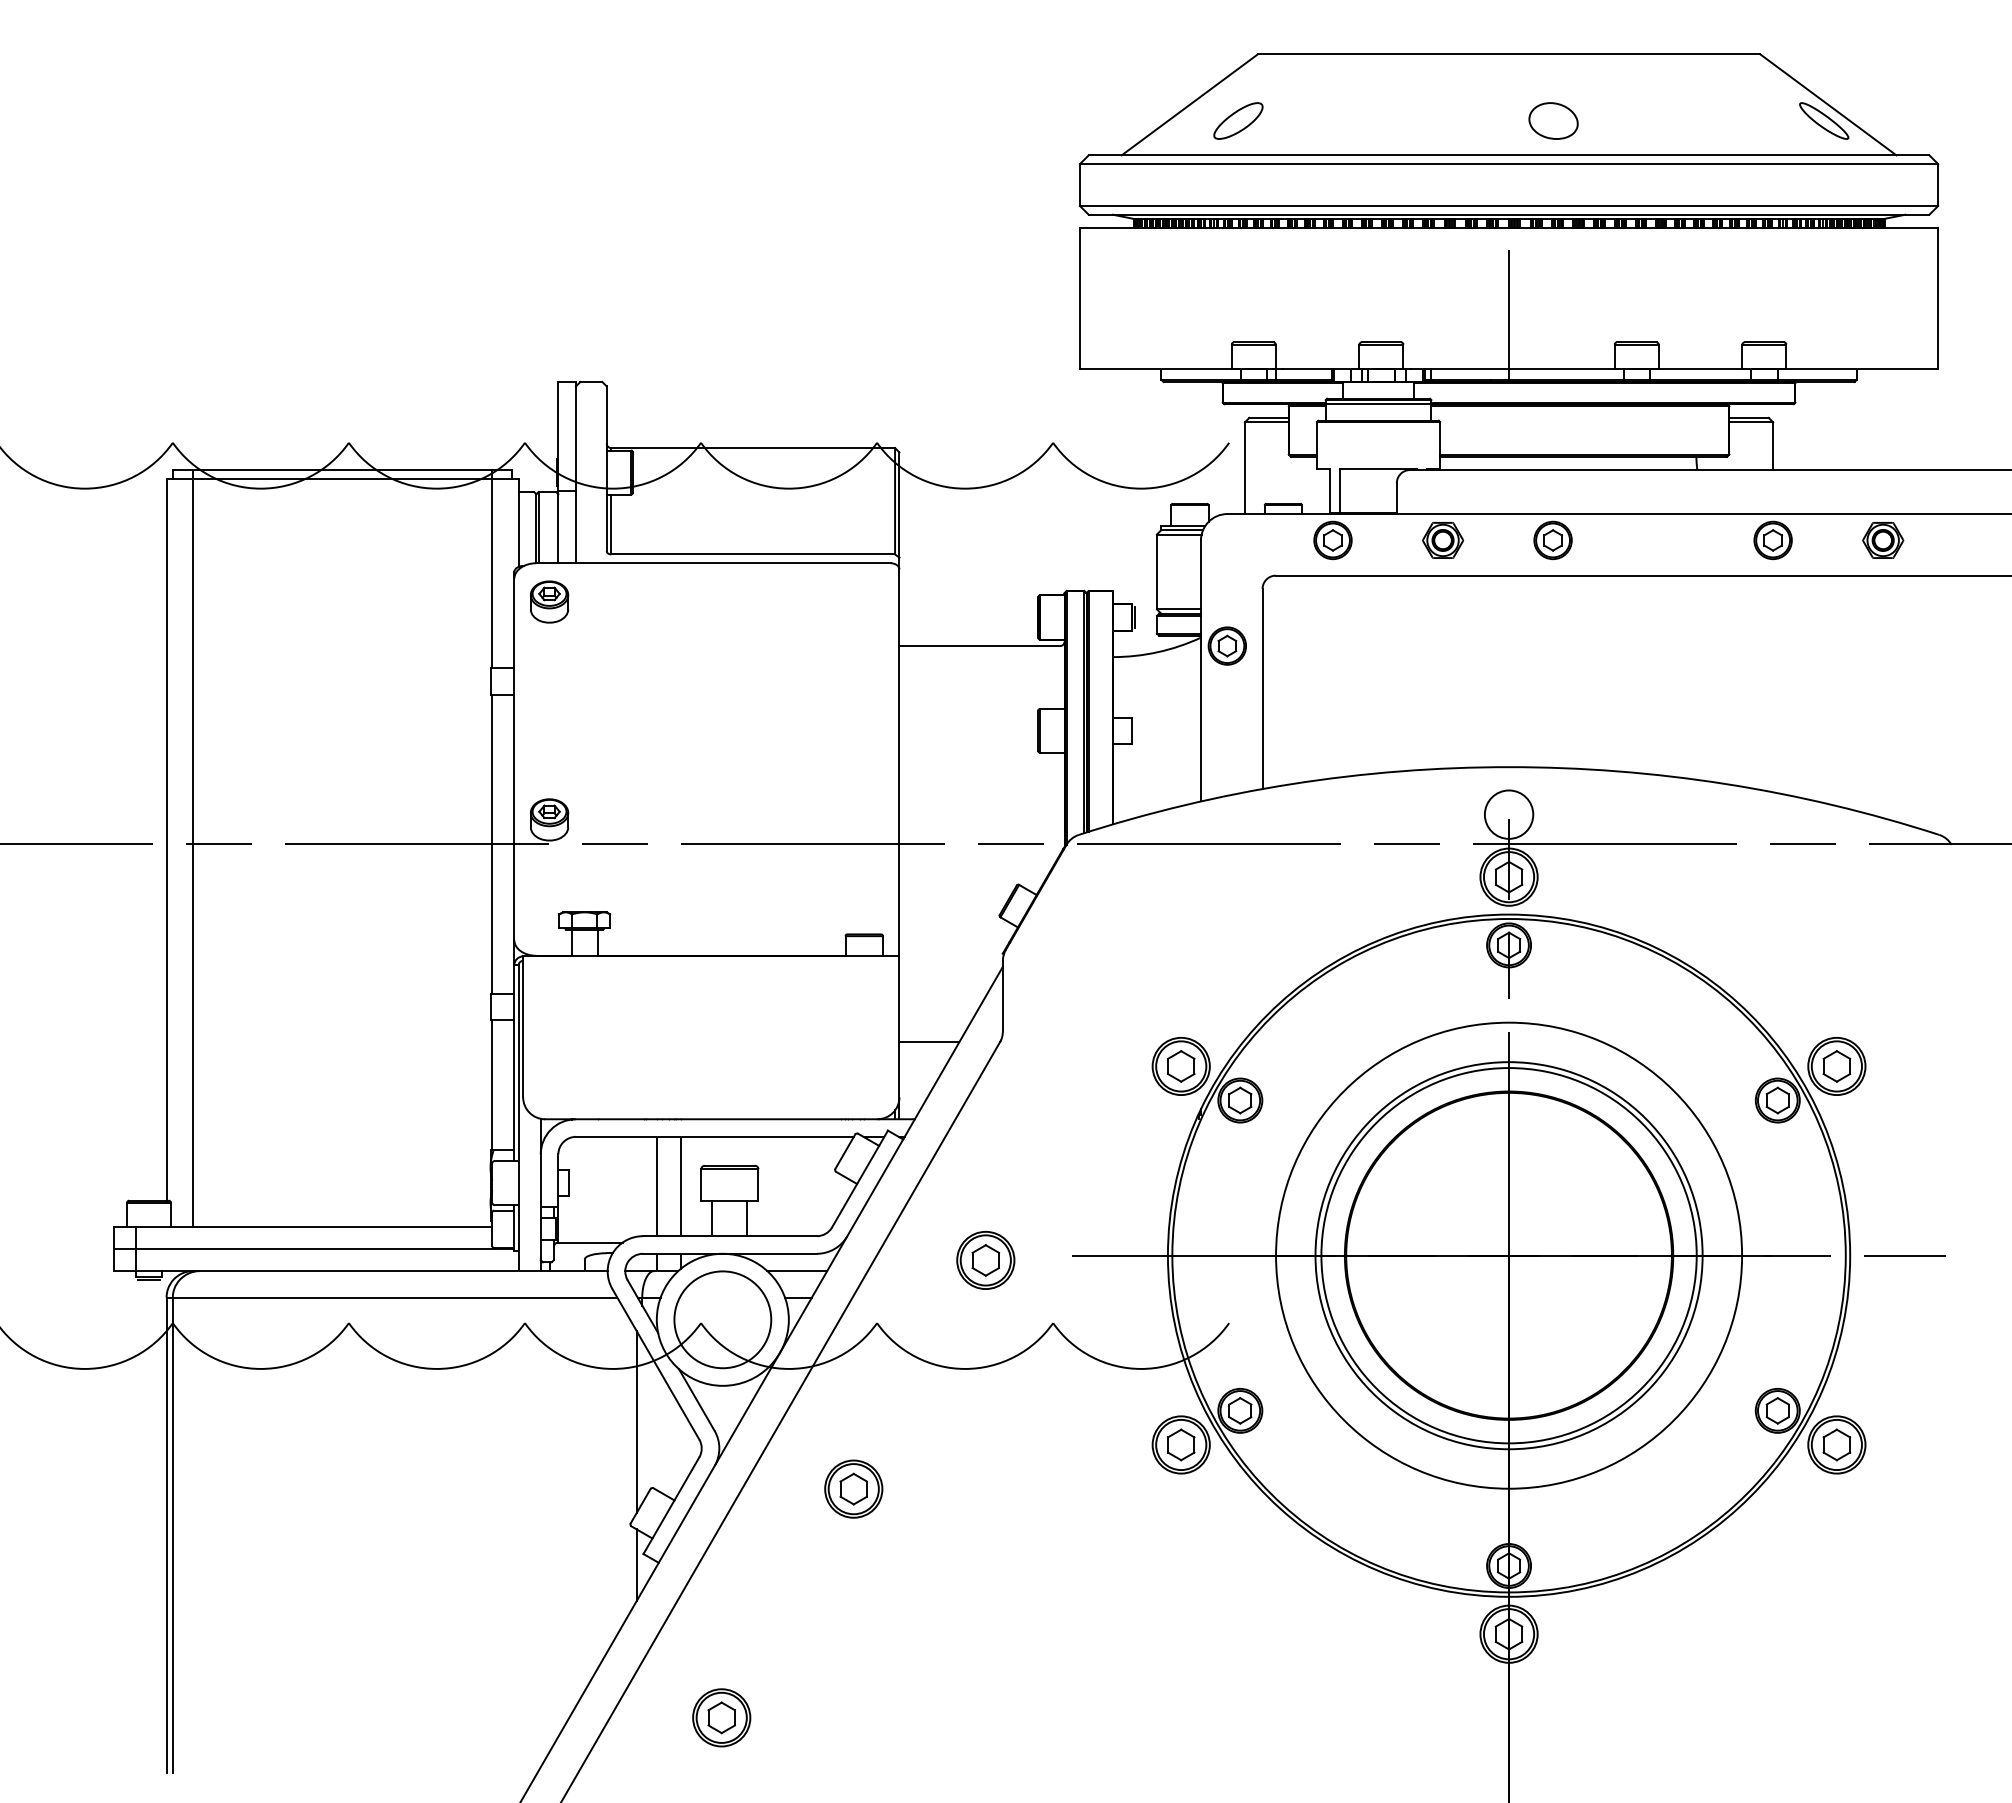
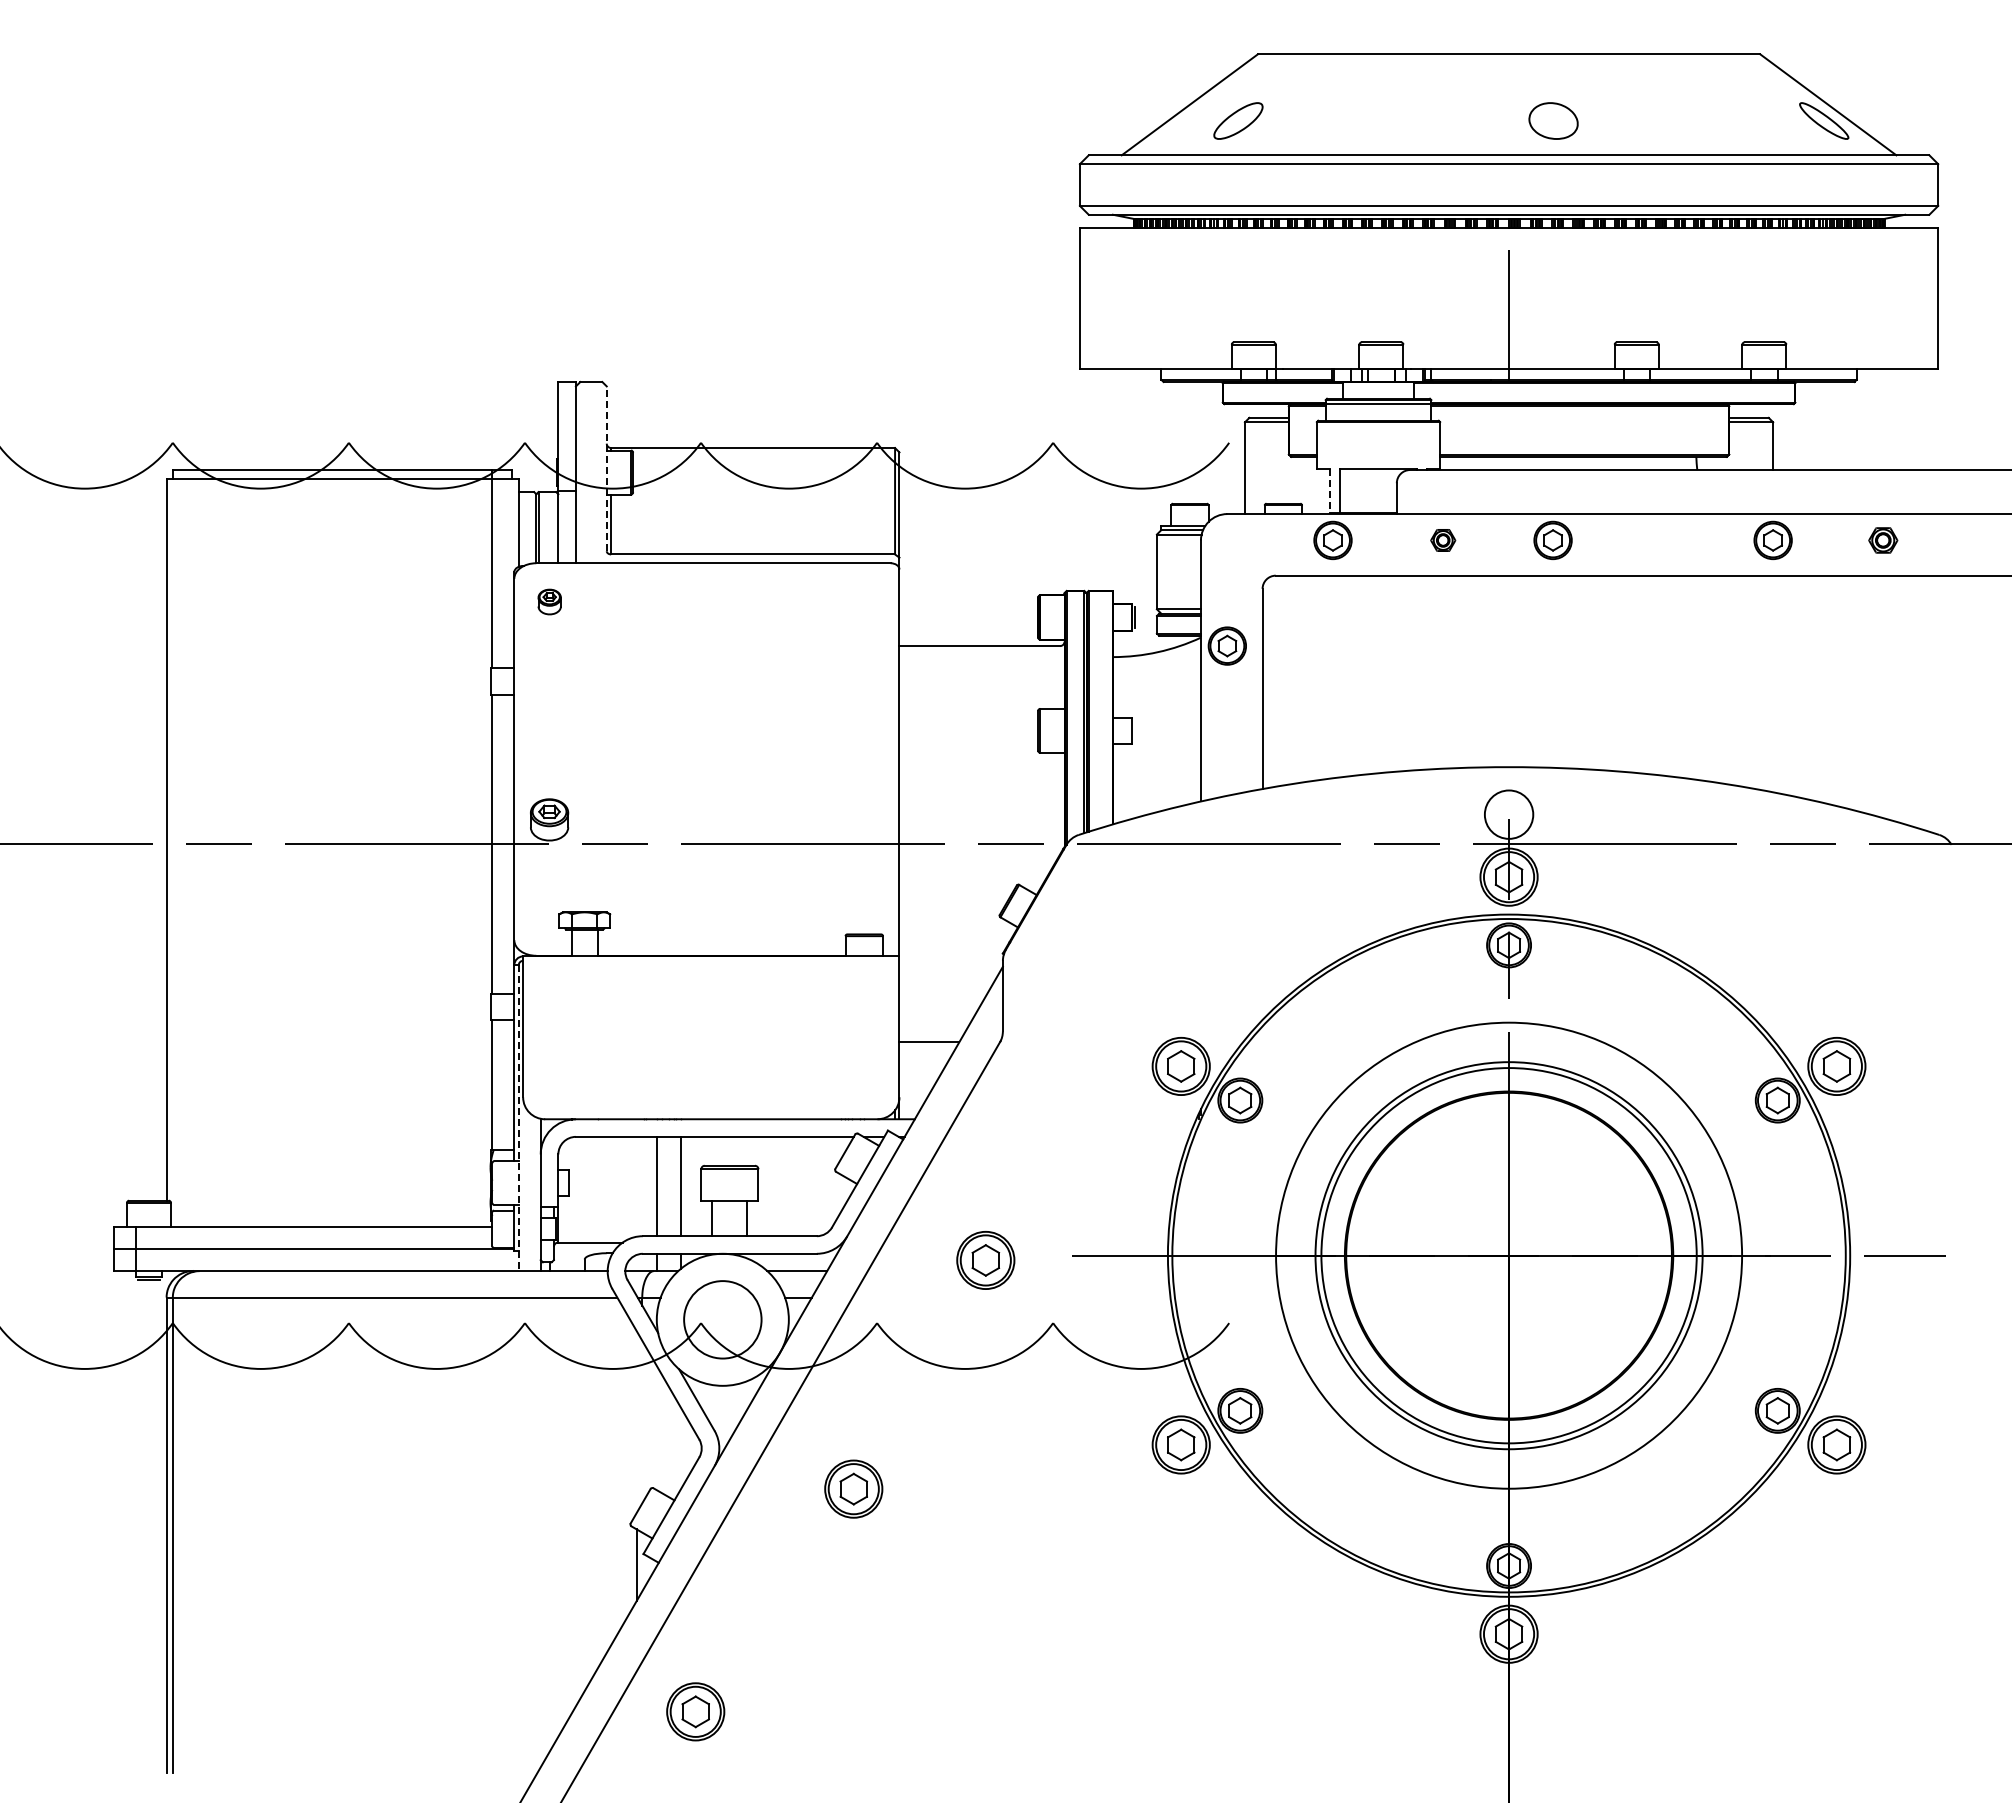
line at (606, 468): solid -> dashed
line at (1330, 491): solid -> dashed
part at (1443, 540) size: 43x37 px -> 27x23 px
part at (1883, 540) size: 43x37 px -> 31x27 px
part at (549, 601) size: 40x44 px -> 25x28 px
line at (193, 848): present -> none
line at (518, 1118): solid -> dashed
circle at (722, 1319) diameter: 97 px -> 77 px
line at (636, 1421): present -> none
part at (721, 1717) position: (721, 1717) -> (695, 1711)
